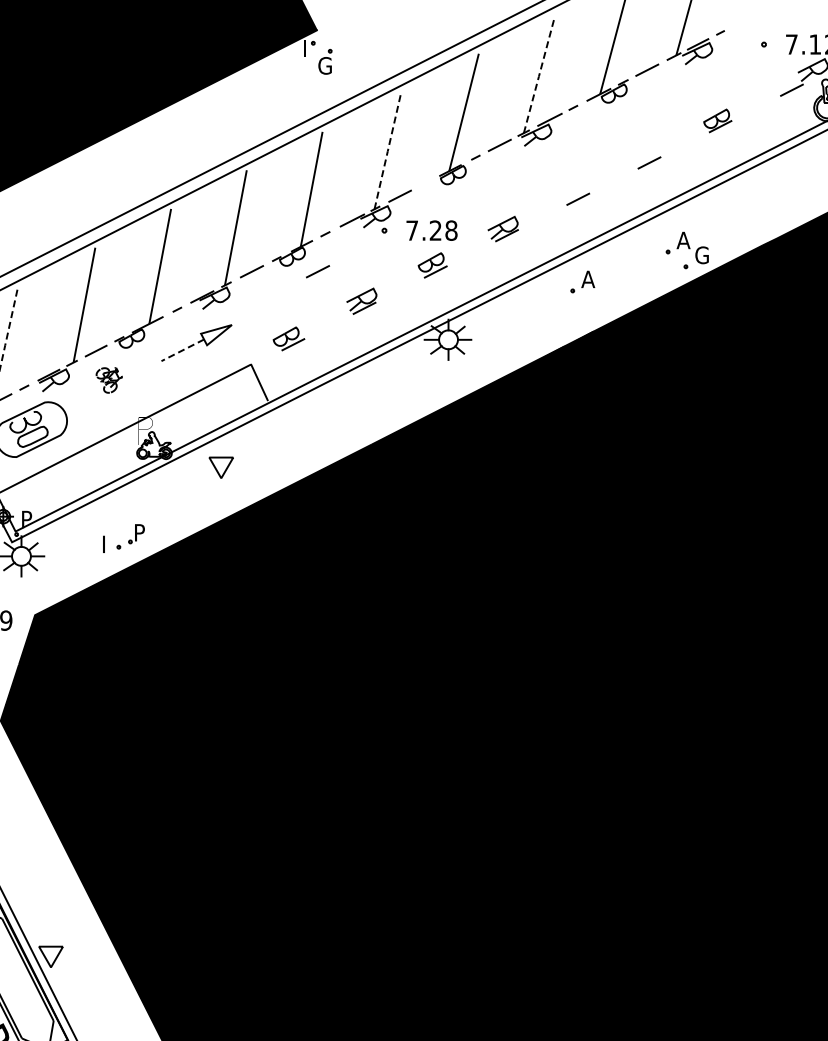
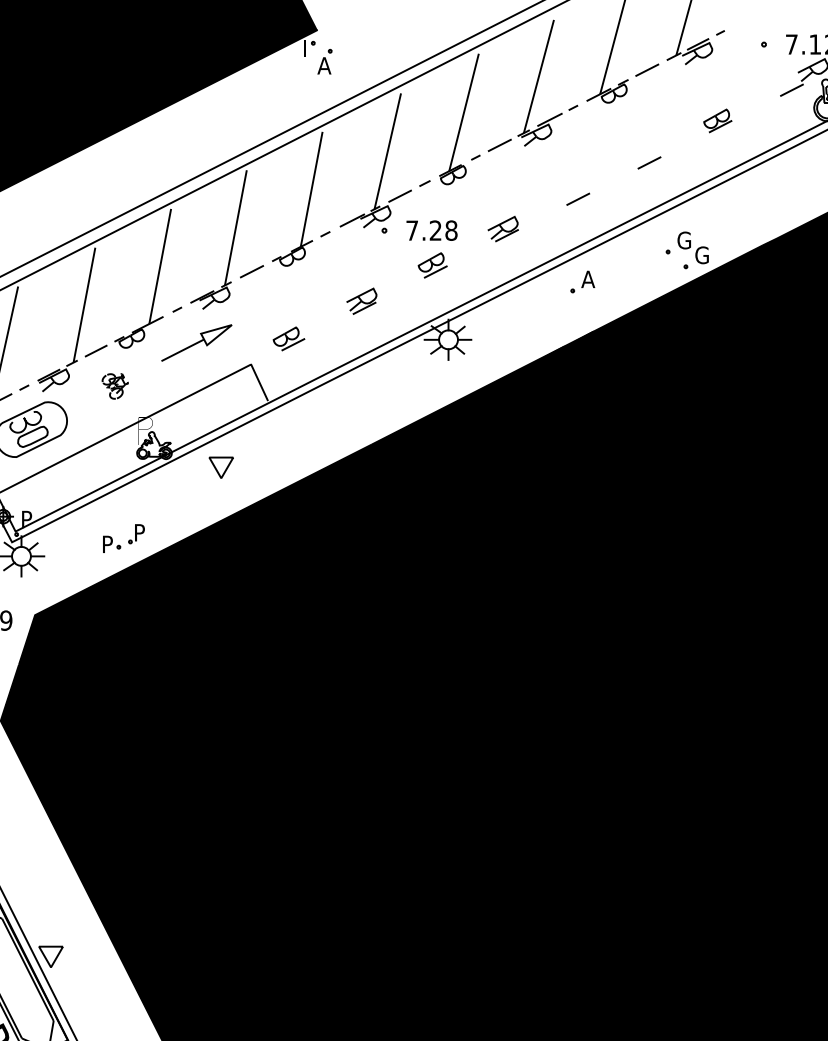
text at (324, 65): G -> A
line at (538, 76): dashed -> solid
line at (387, 151): dashed -> solid
line at (424, 183): none -> present
text at (683, 240): A -> G
line at (317, 271): present -> none
line at (9, 327): dashed -> solid
line at (182, 350): dashed -> solid
part at (108, 380) position: (108, 380) -> (114, 386)
text at (108, 540): I -> P
